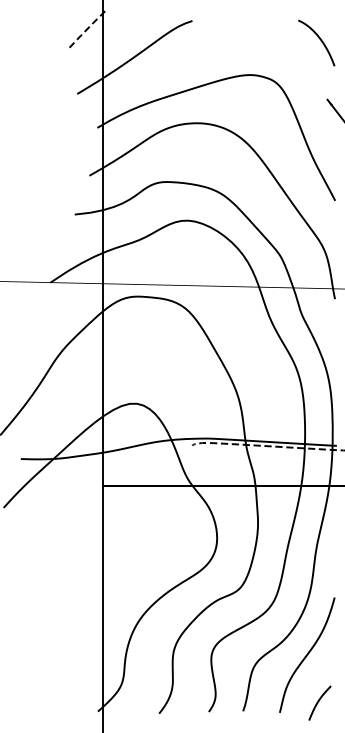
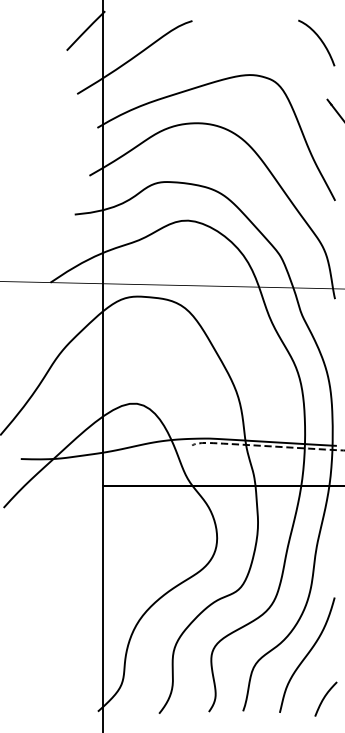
line at (85, 31): dashed -> solid
curve at (319, 701) position: (319, 701) -> (325, 697)
